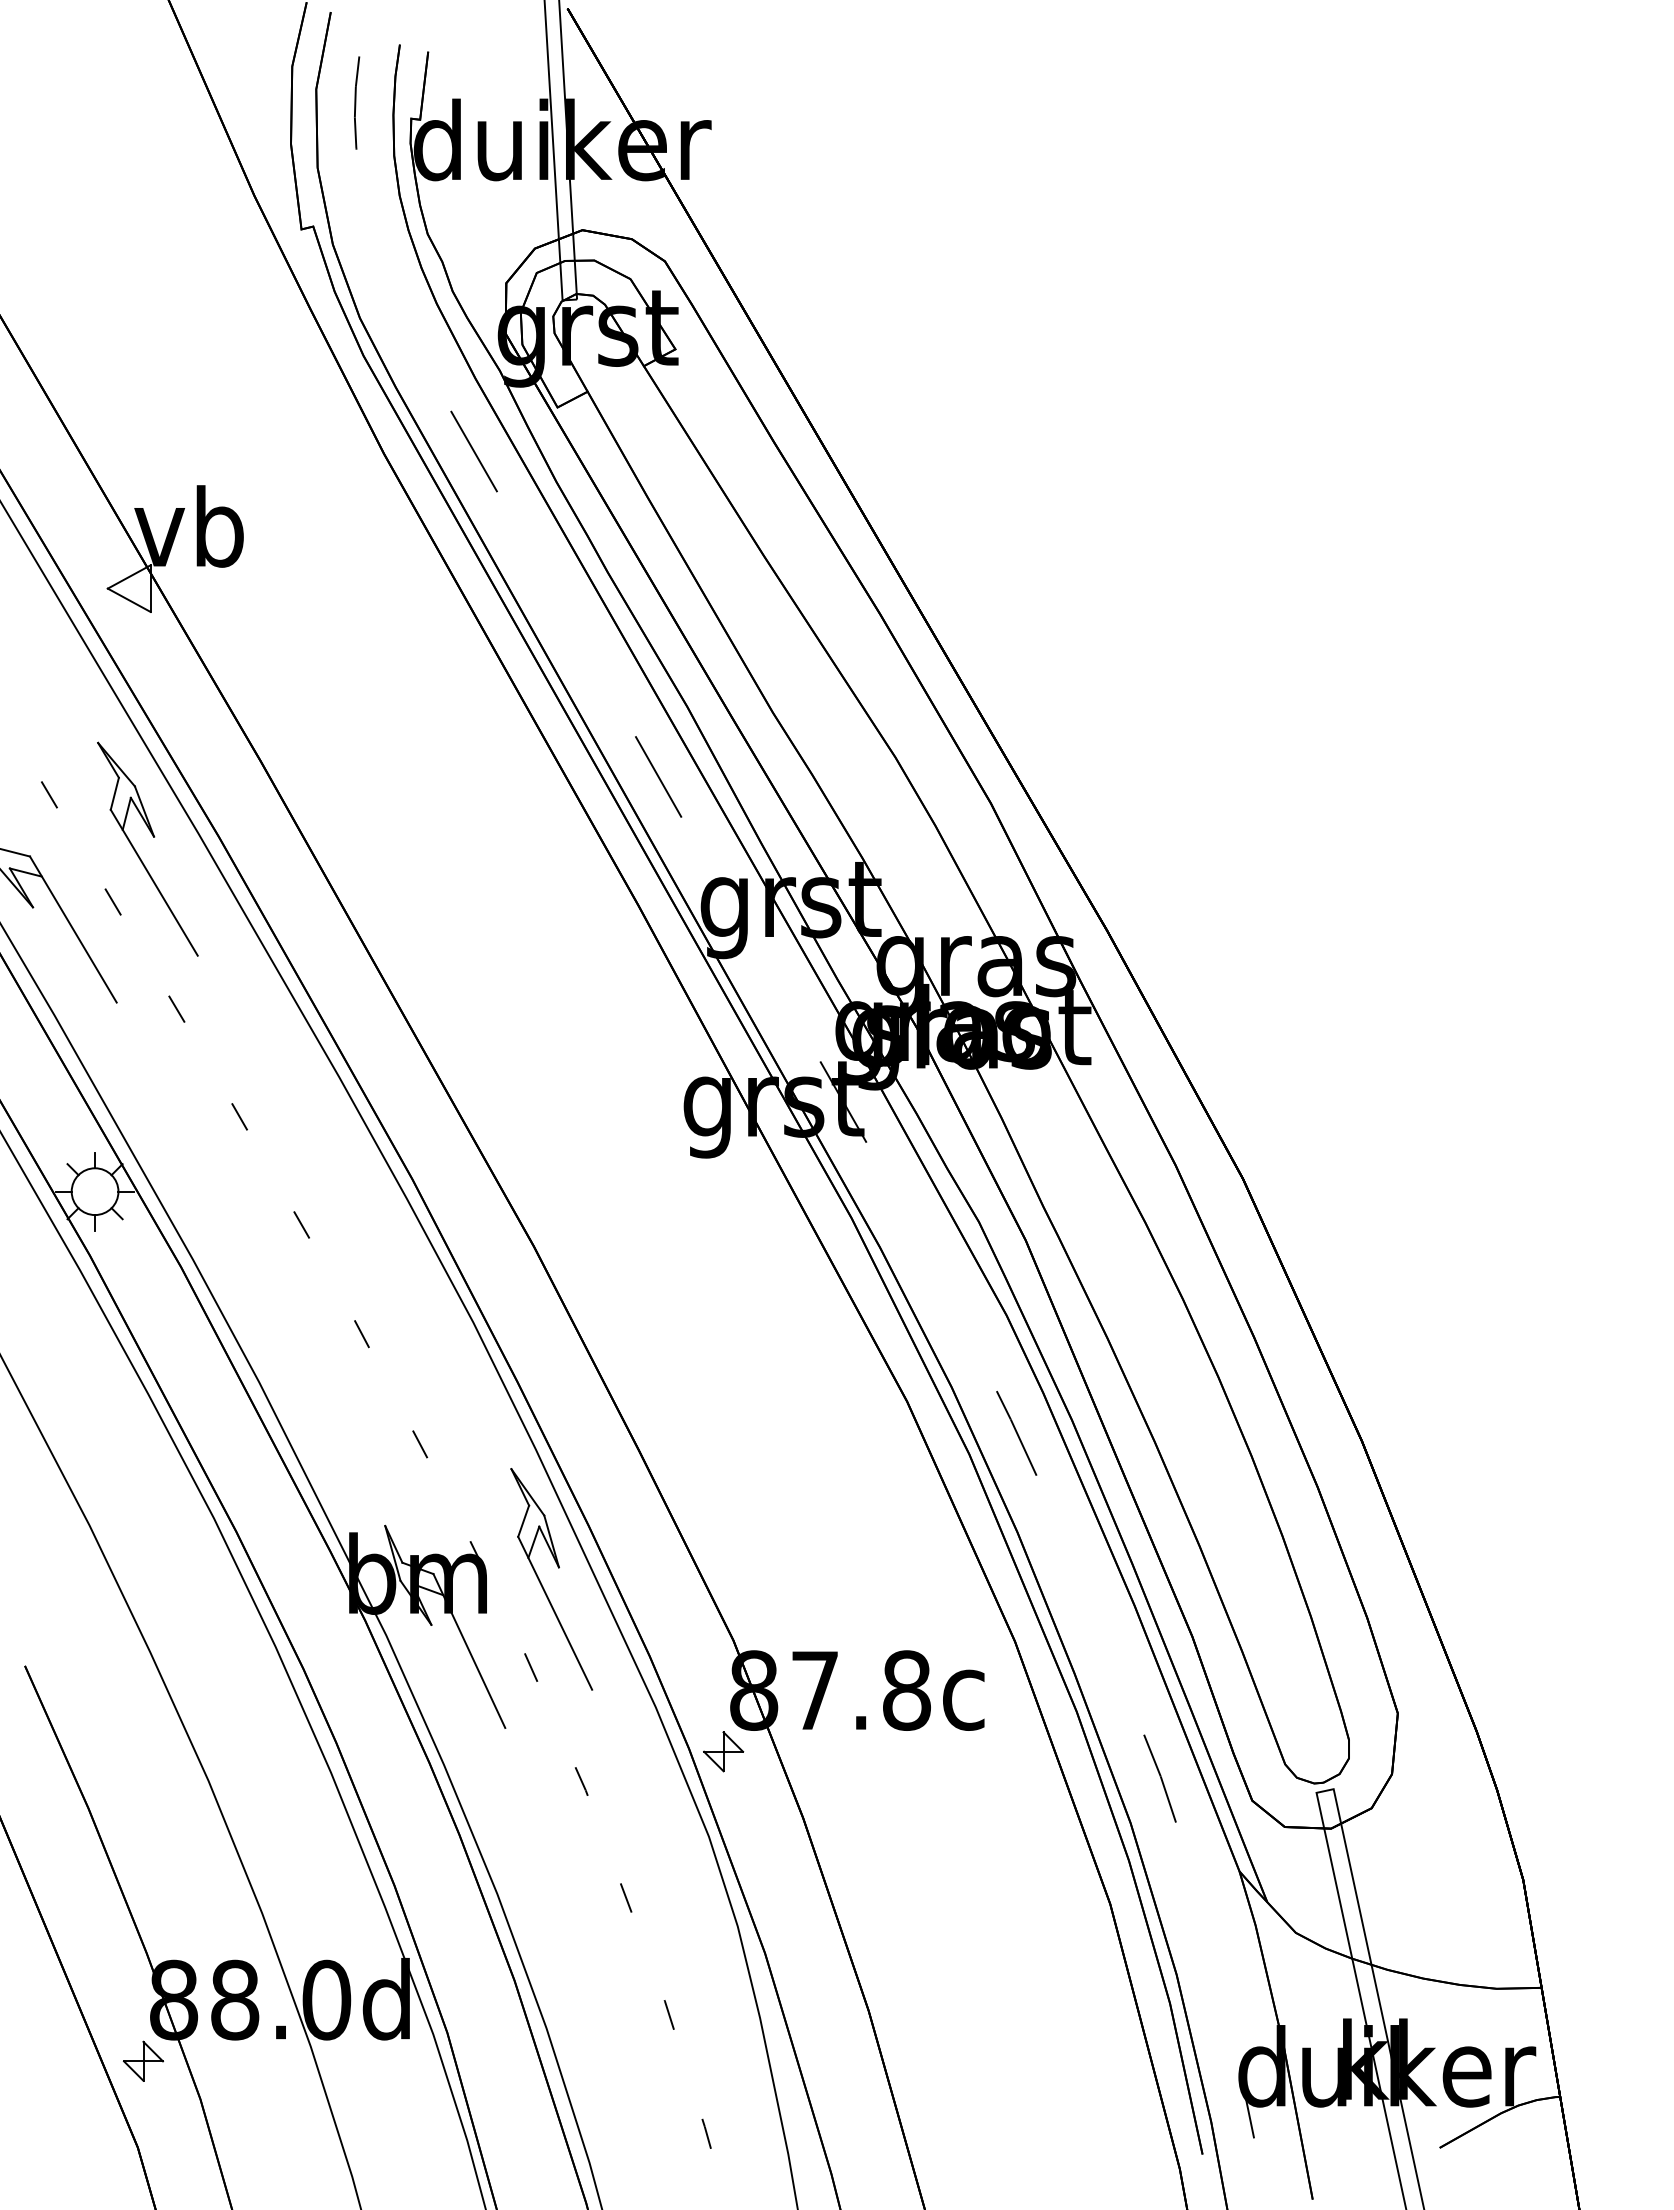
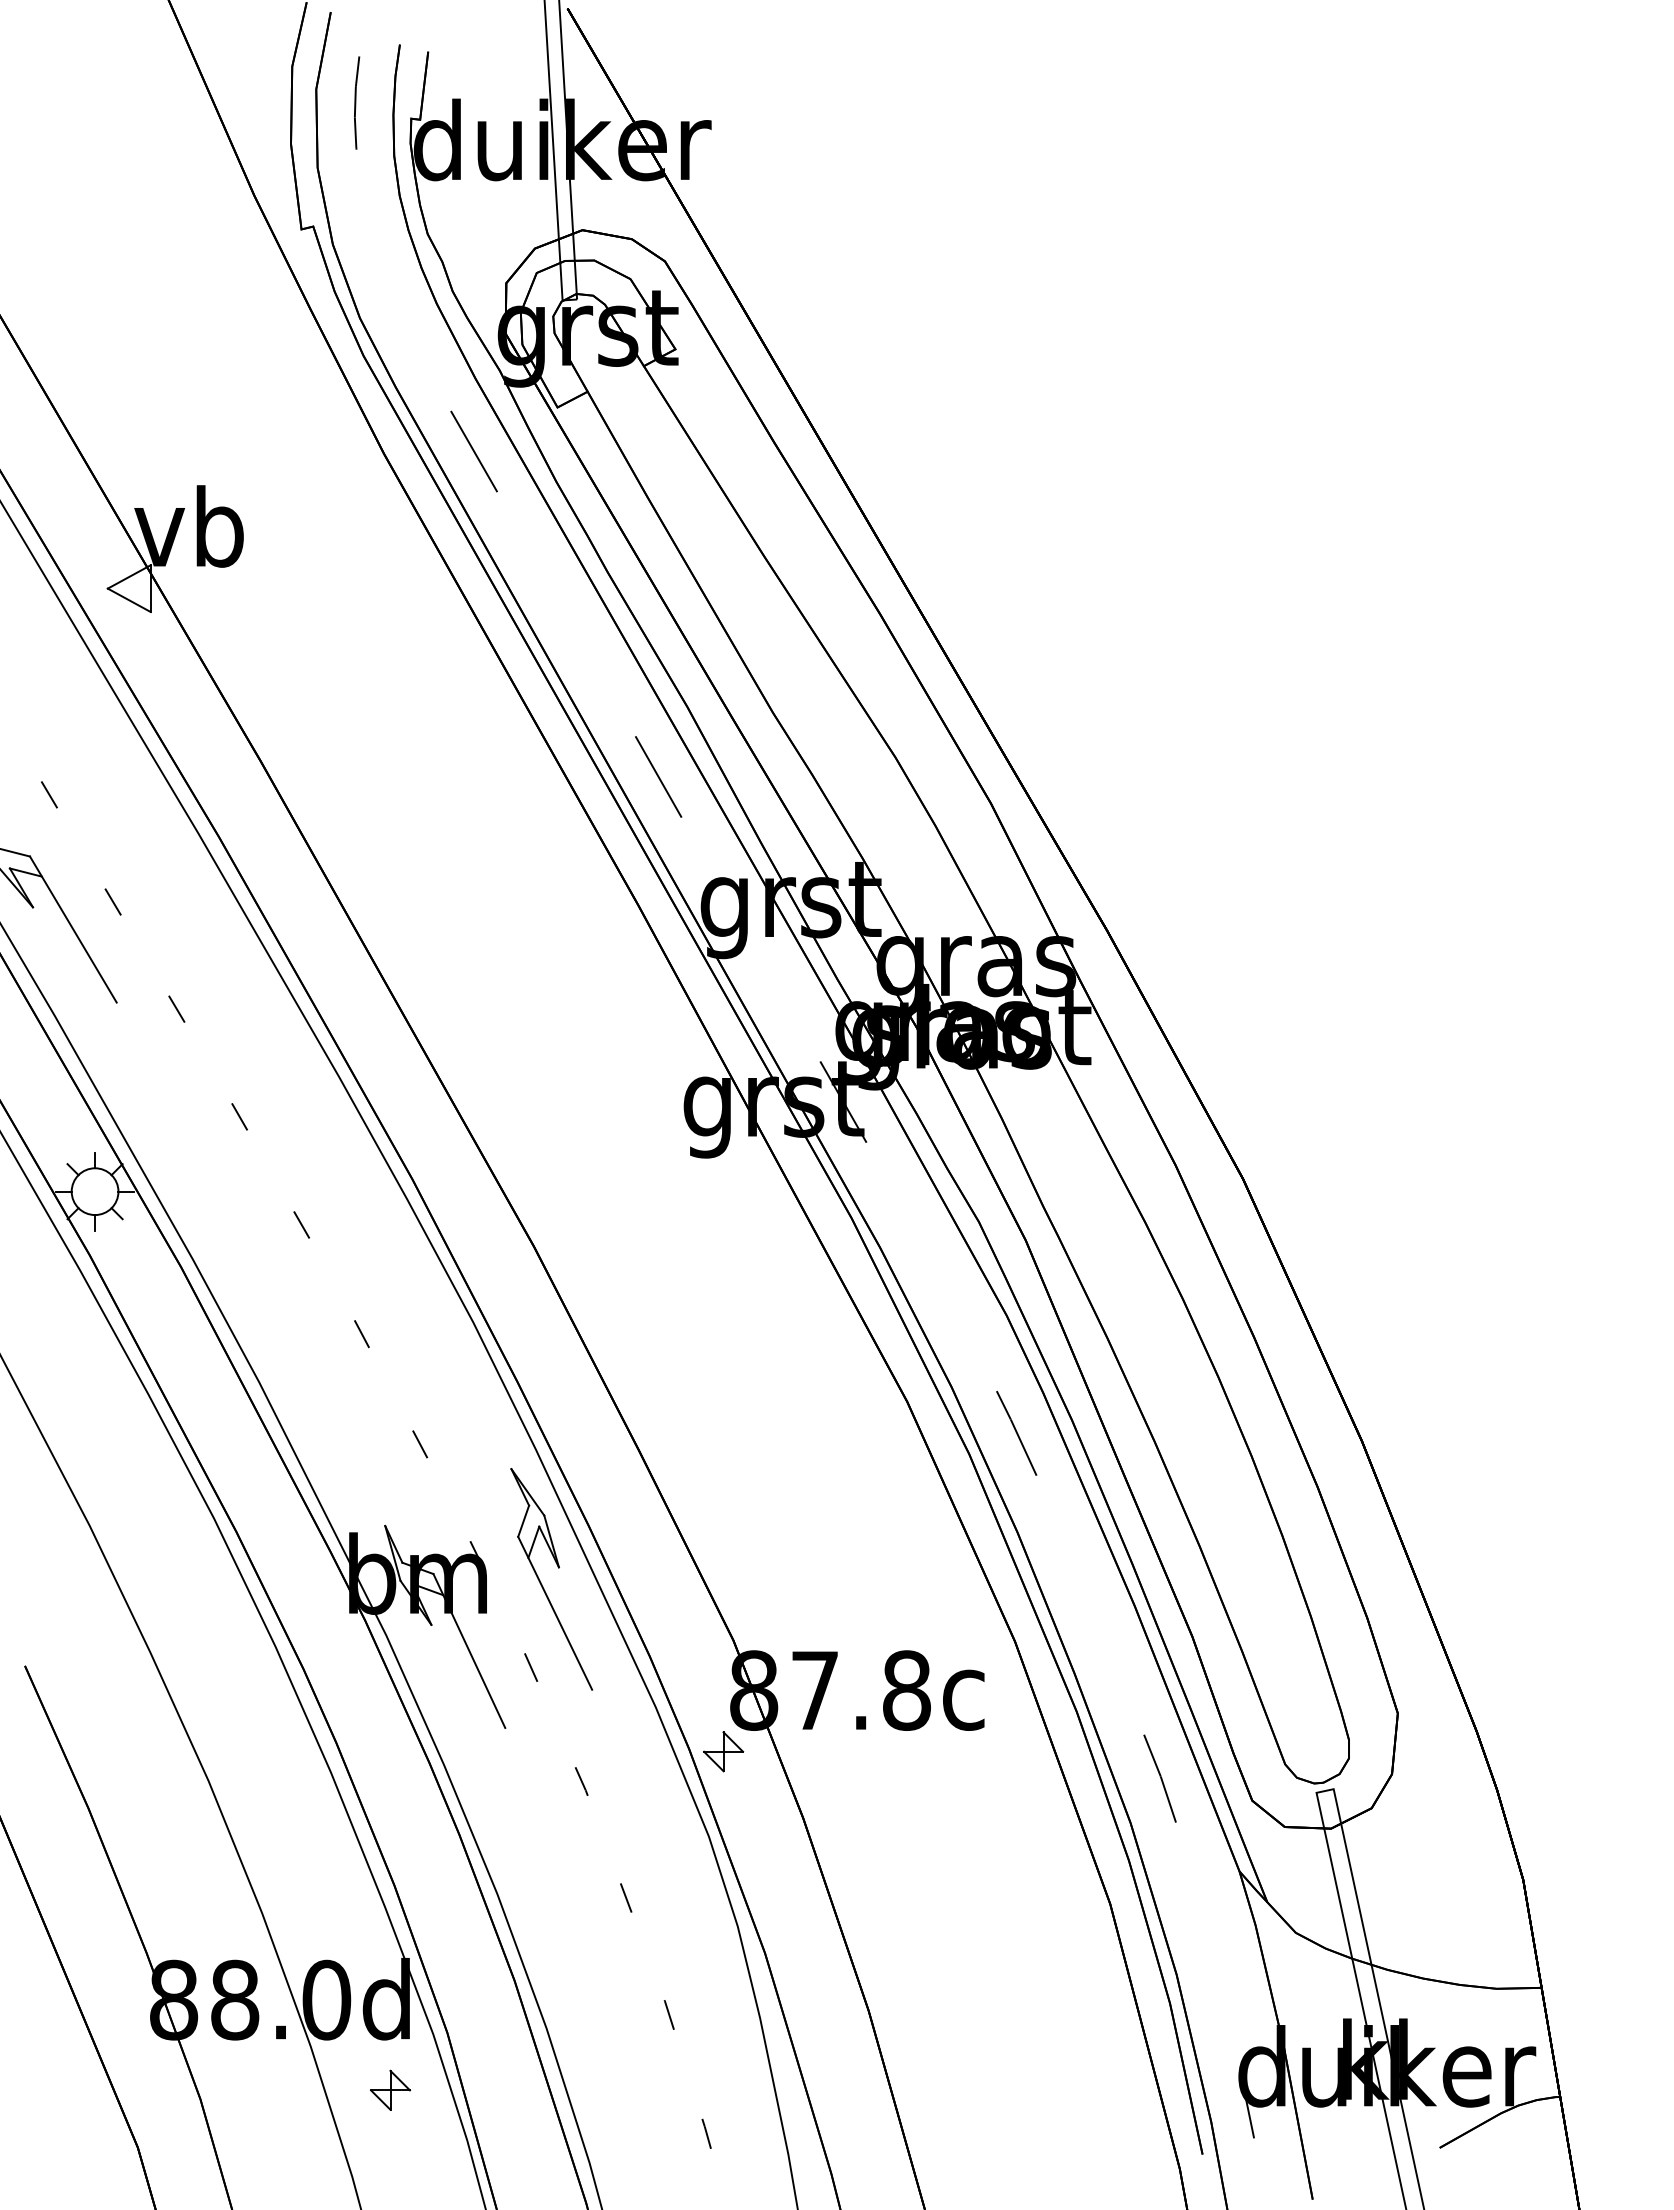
part at (139, 855): present -> none
part at (143, 2060) position: (143, 2060) -> (390, 2089)
